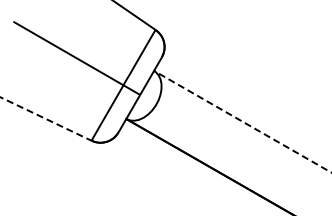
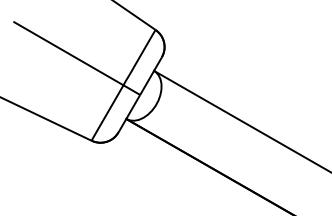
line at (45, 118): dashed -> solid
line at (242, 121): dashed -> solid
